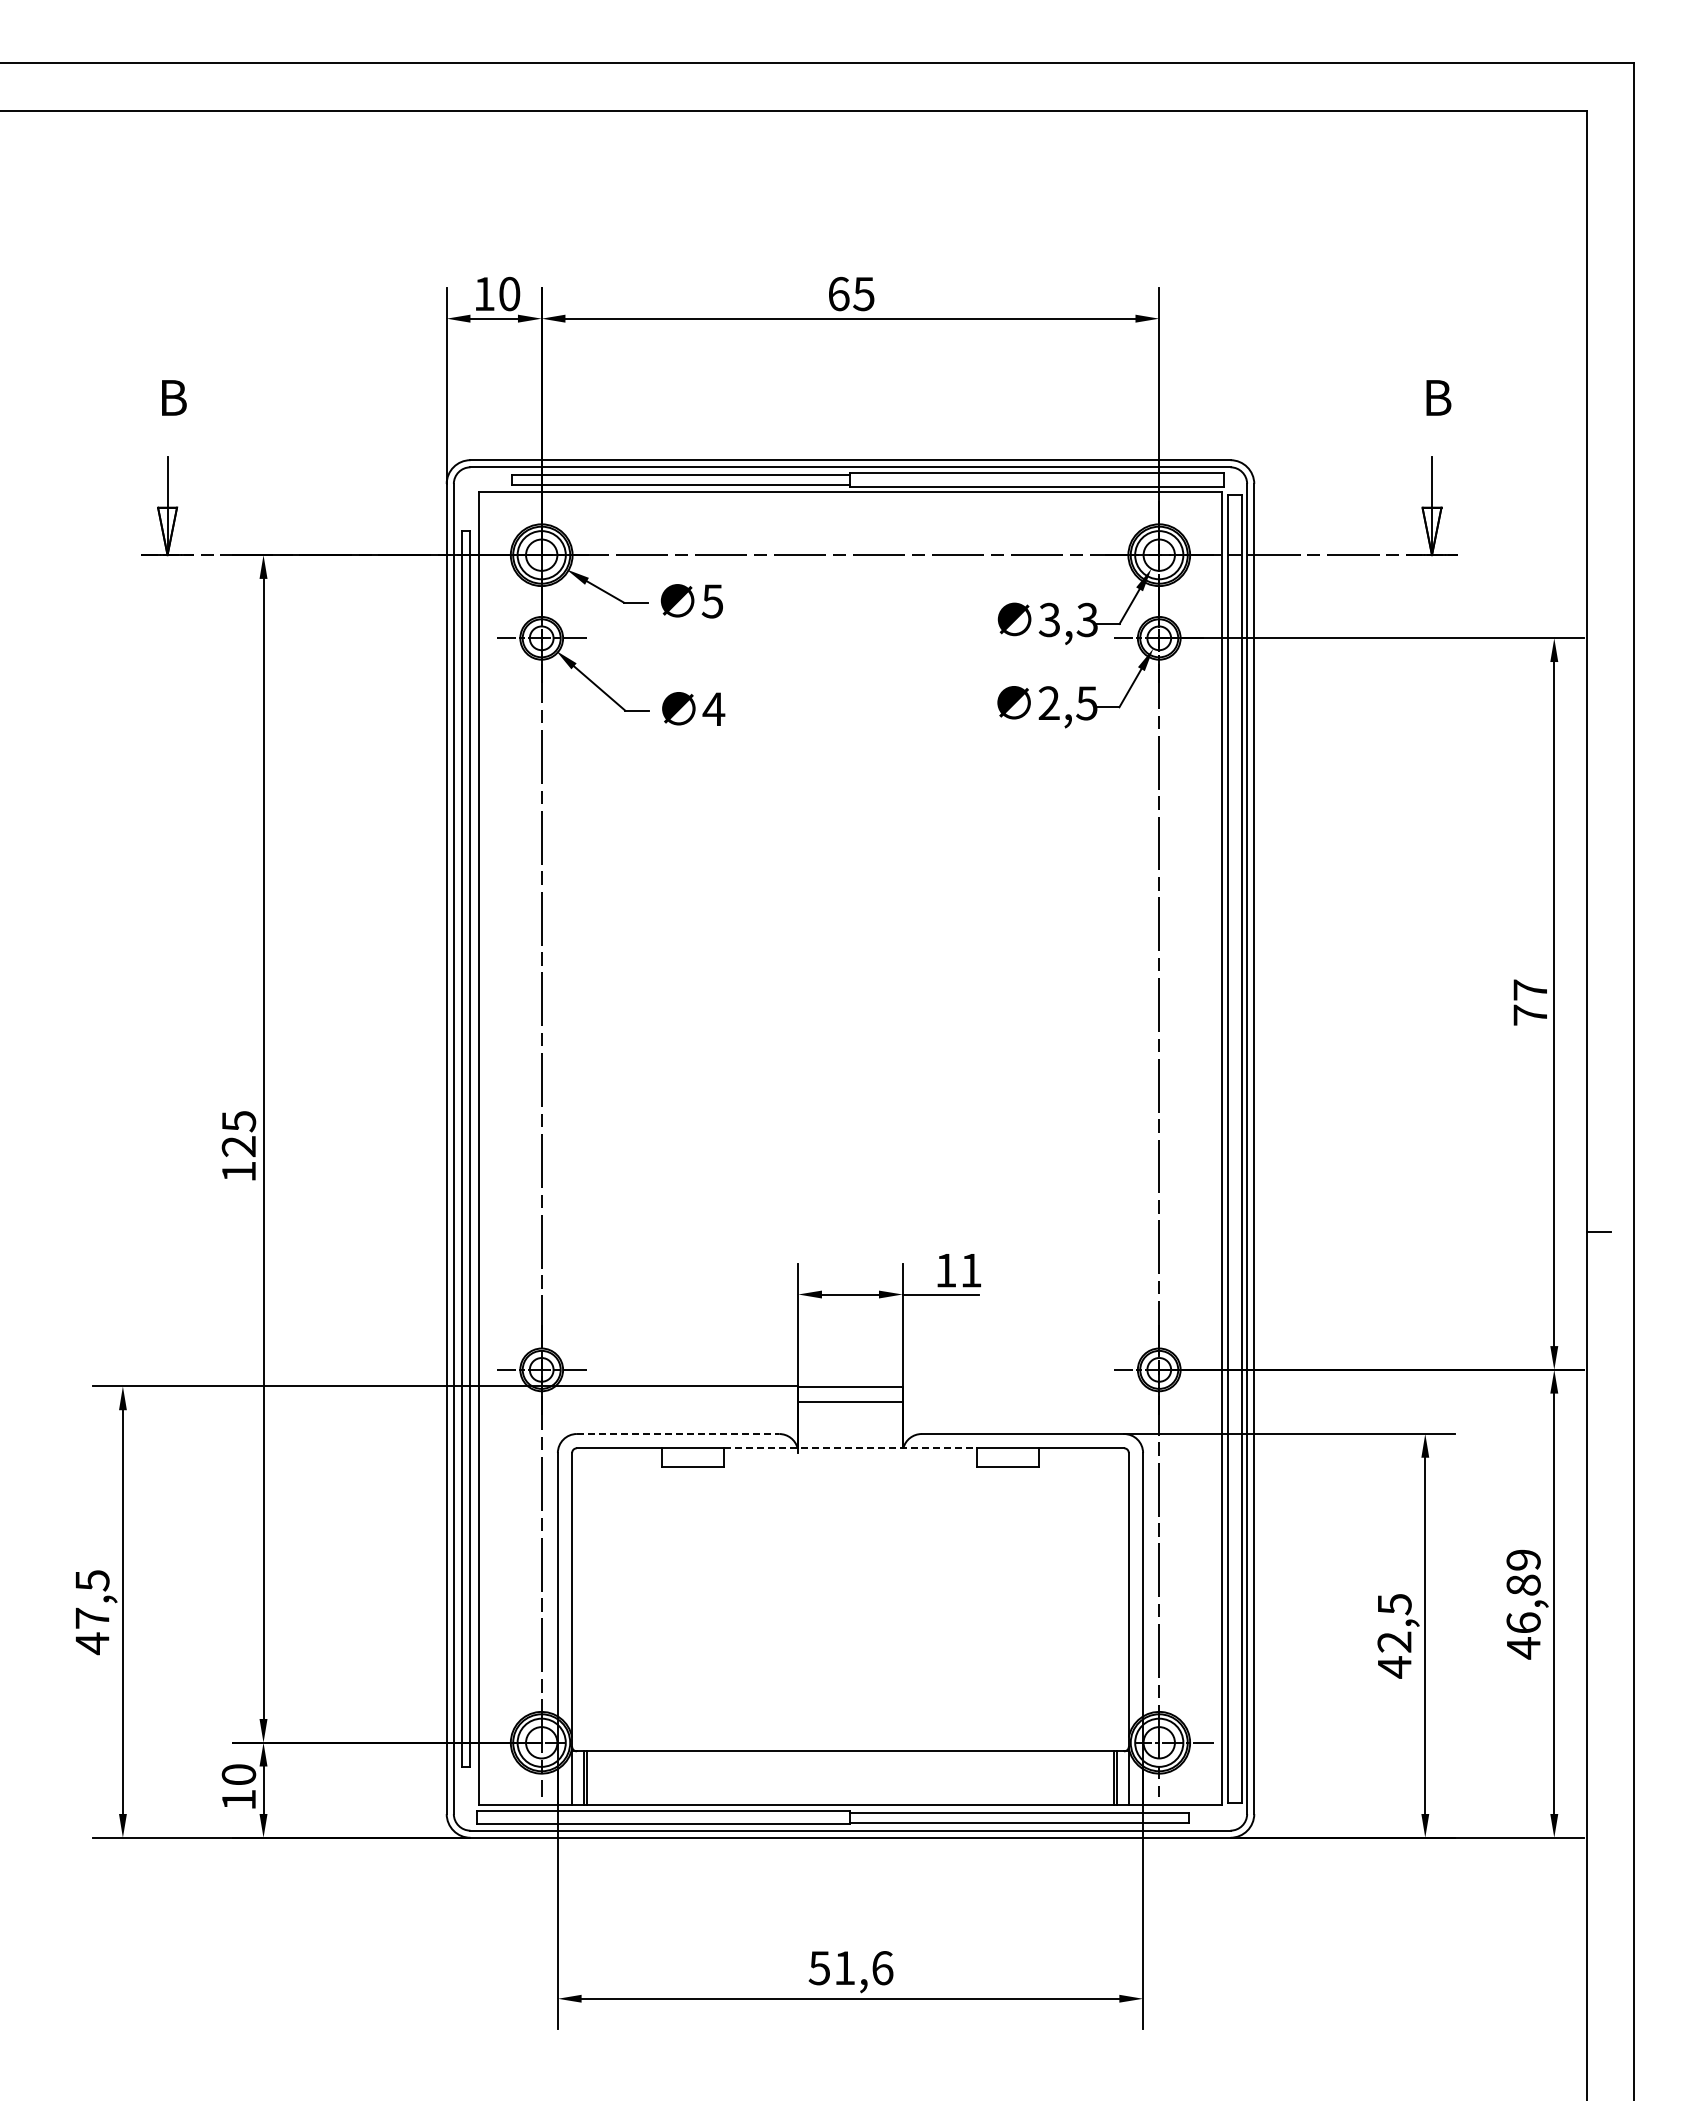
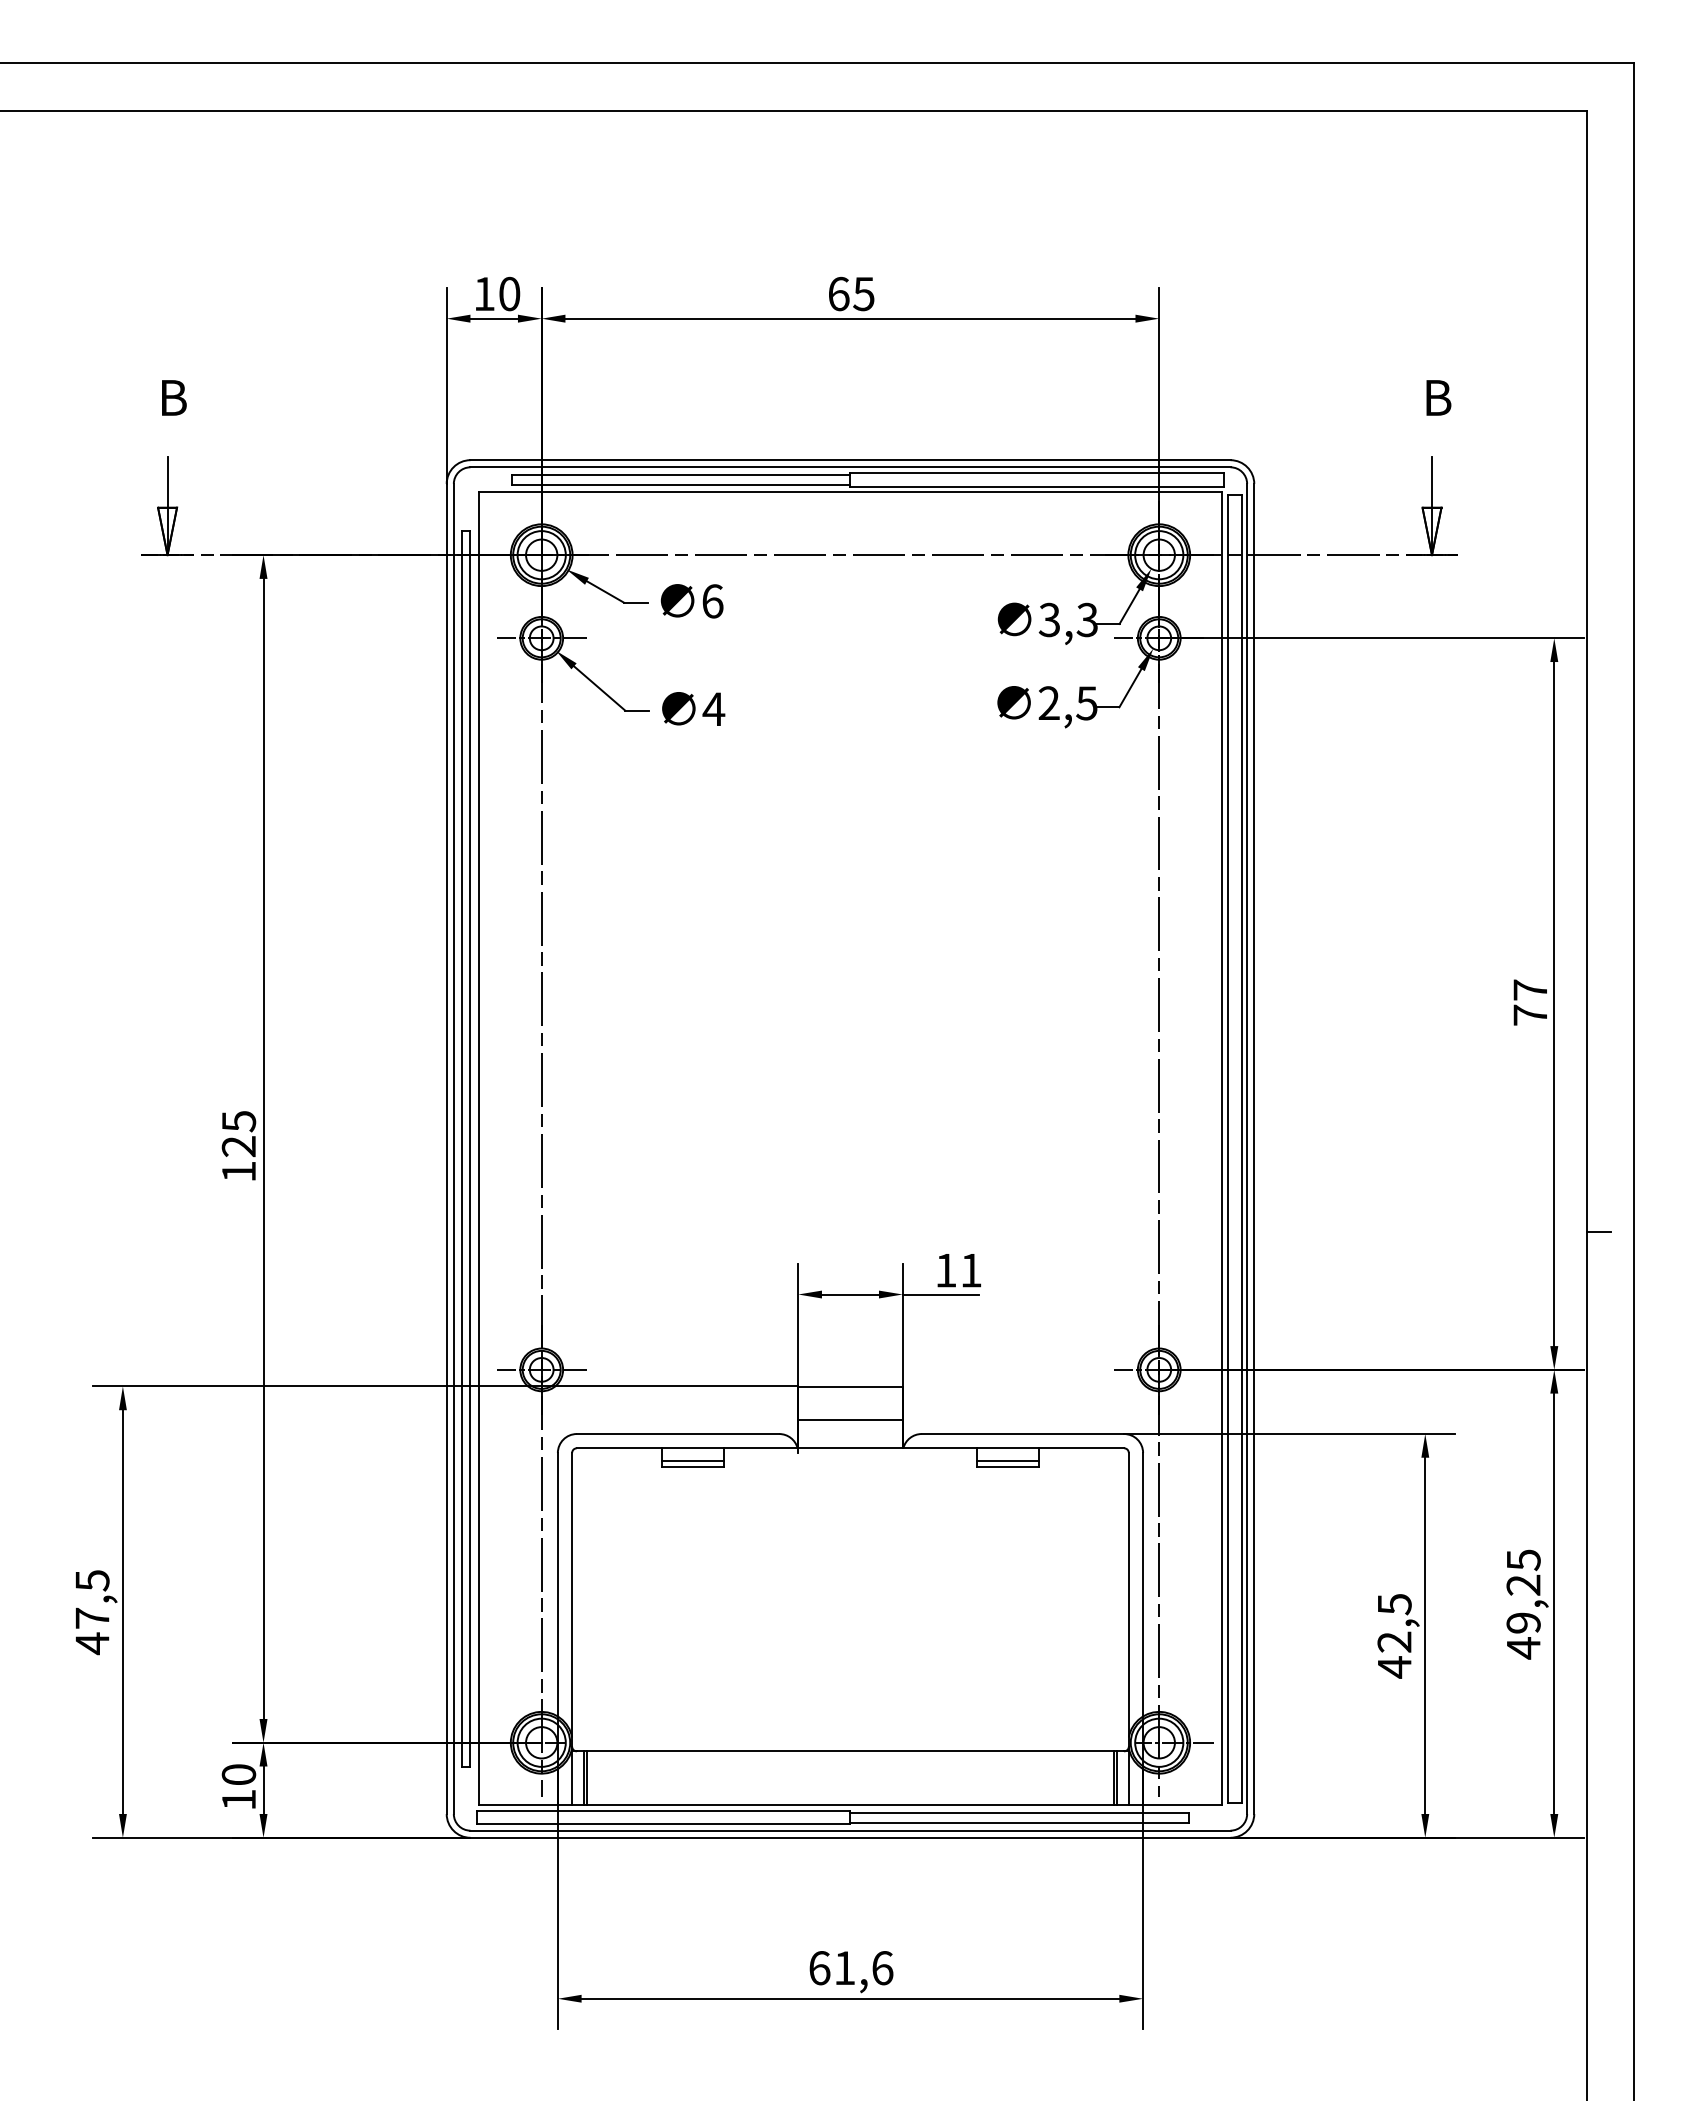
text at (712, 601): 5 -> 6
line at (850, 1401) position: (850, 1401) -> (850, 1419)
line at (678, 1434): dashed -> solid
line at (850, 1448): dashed -> solid
line at (693, 1460): none -> present
line at (1007, 1460): none -> present
text at (1523, 1591): 46,89 -> 49,25
text at (819, 1968): 51,6 -> 61,6
